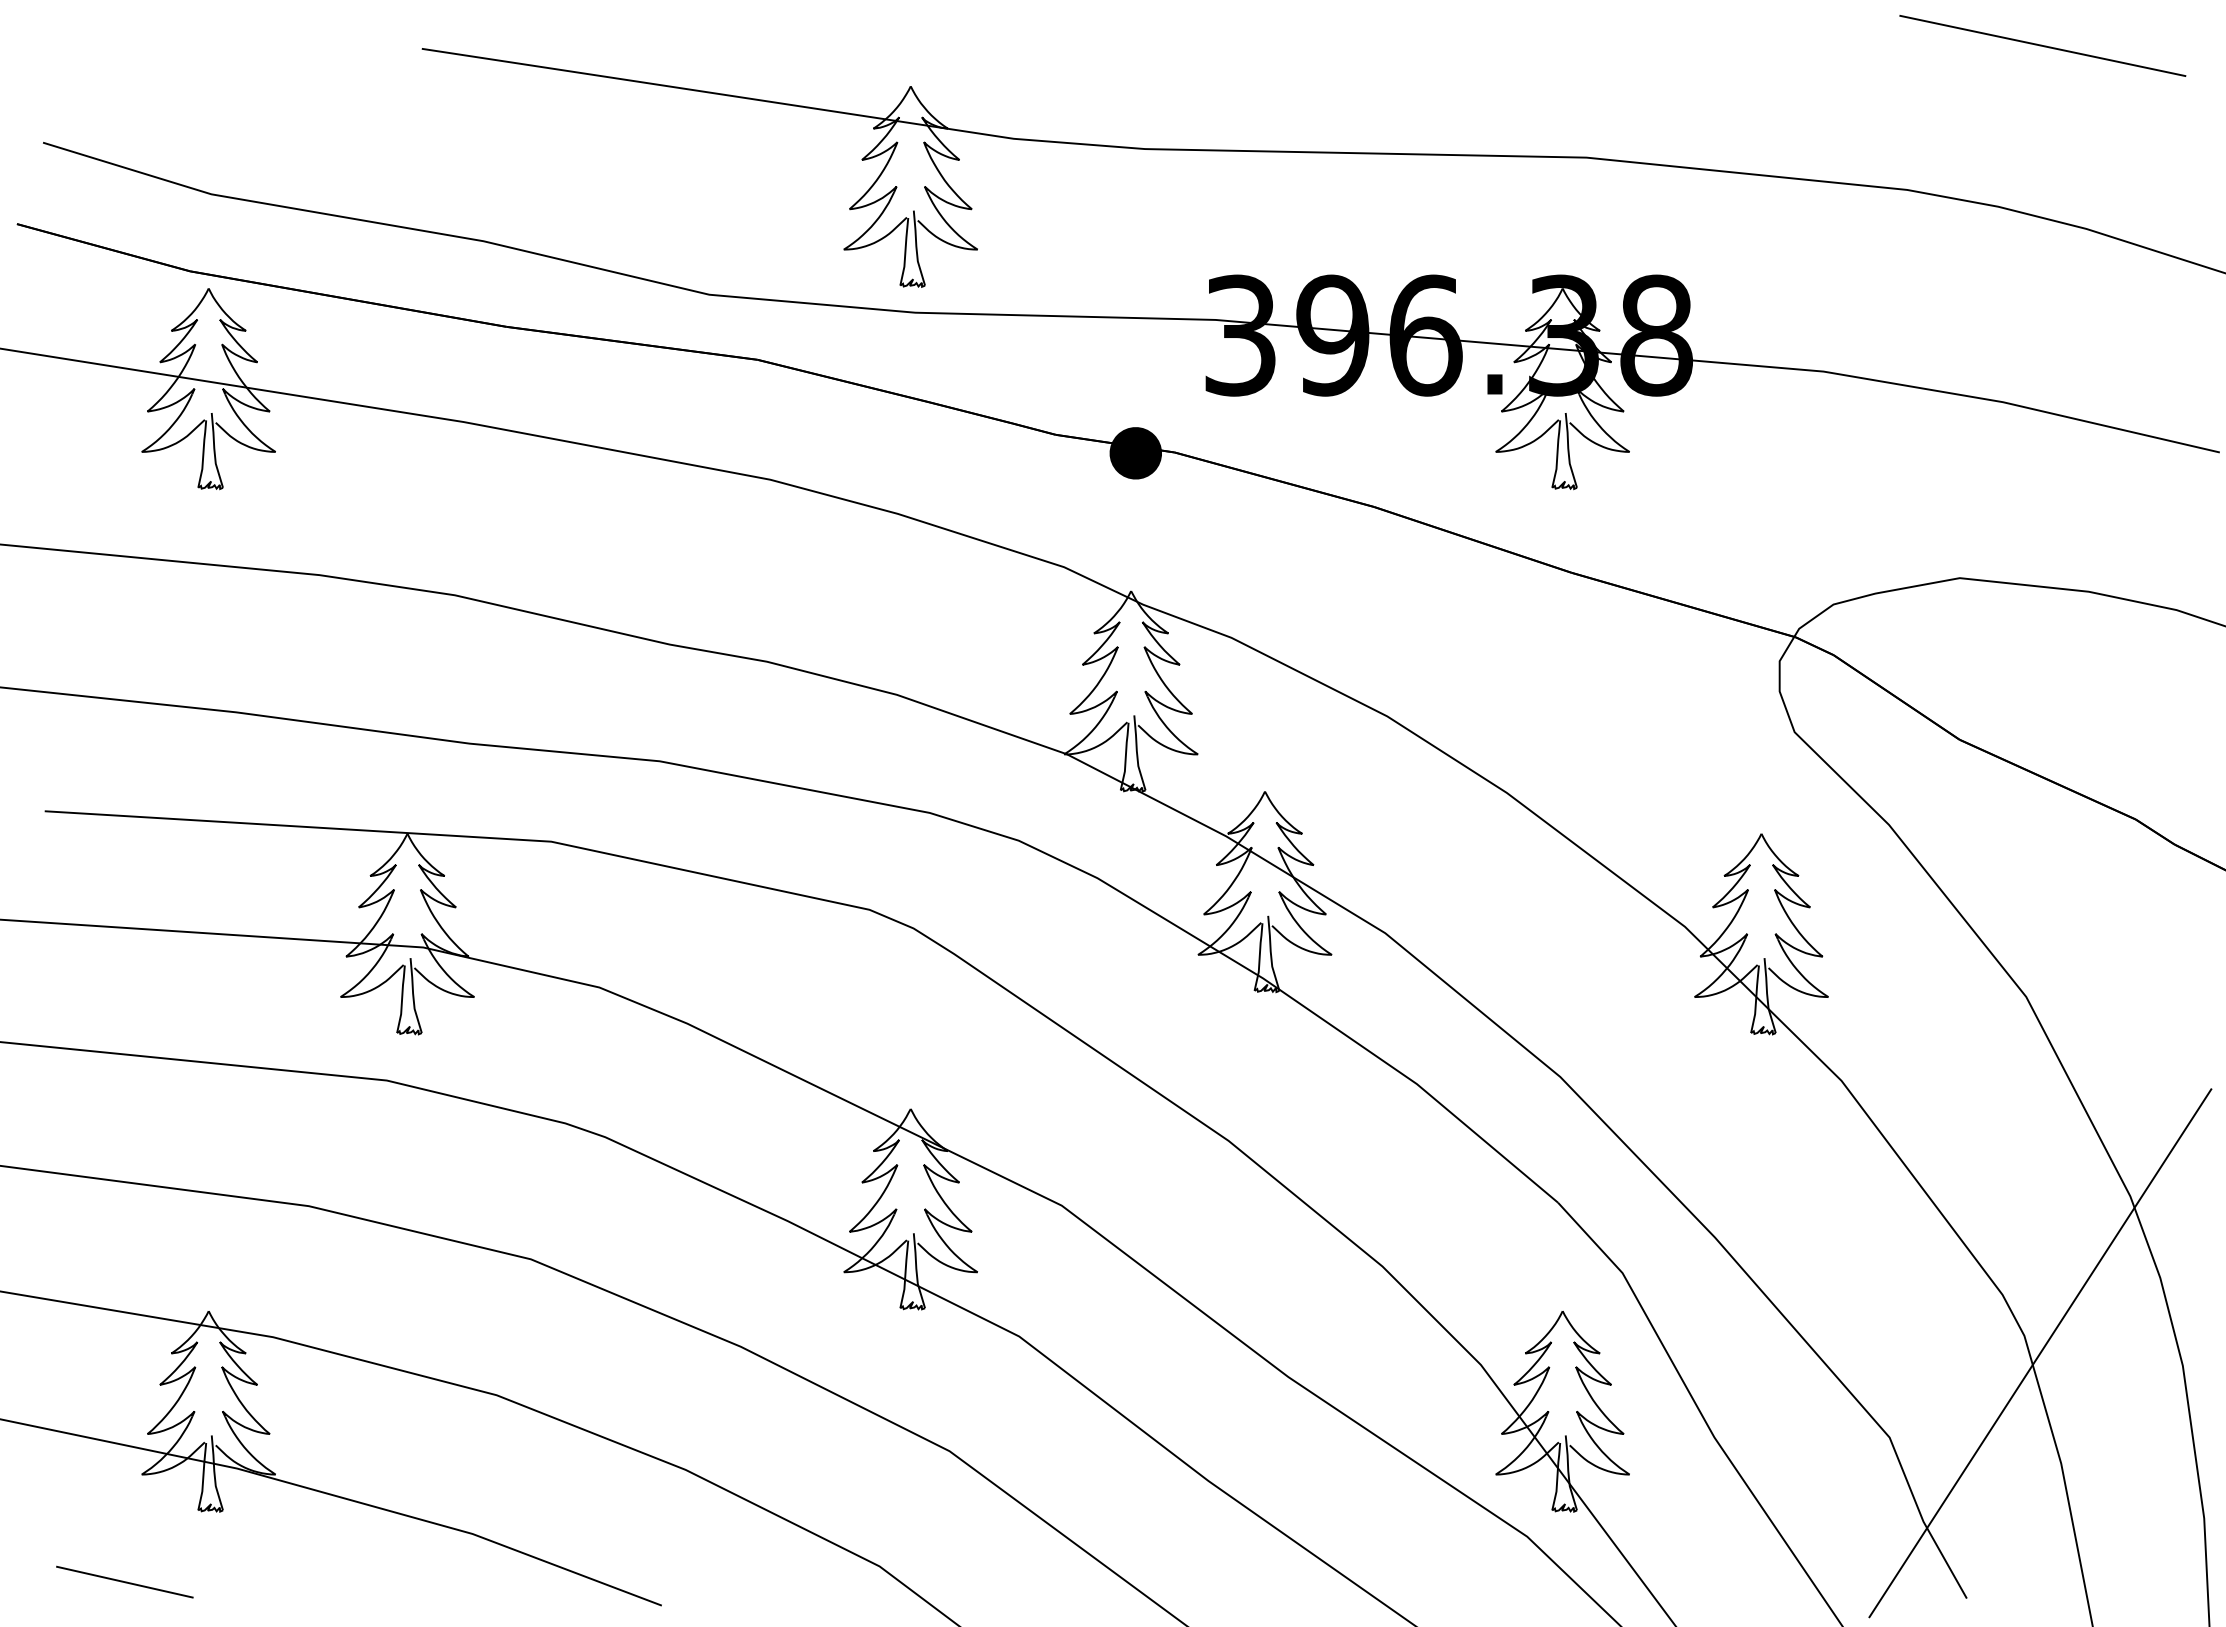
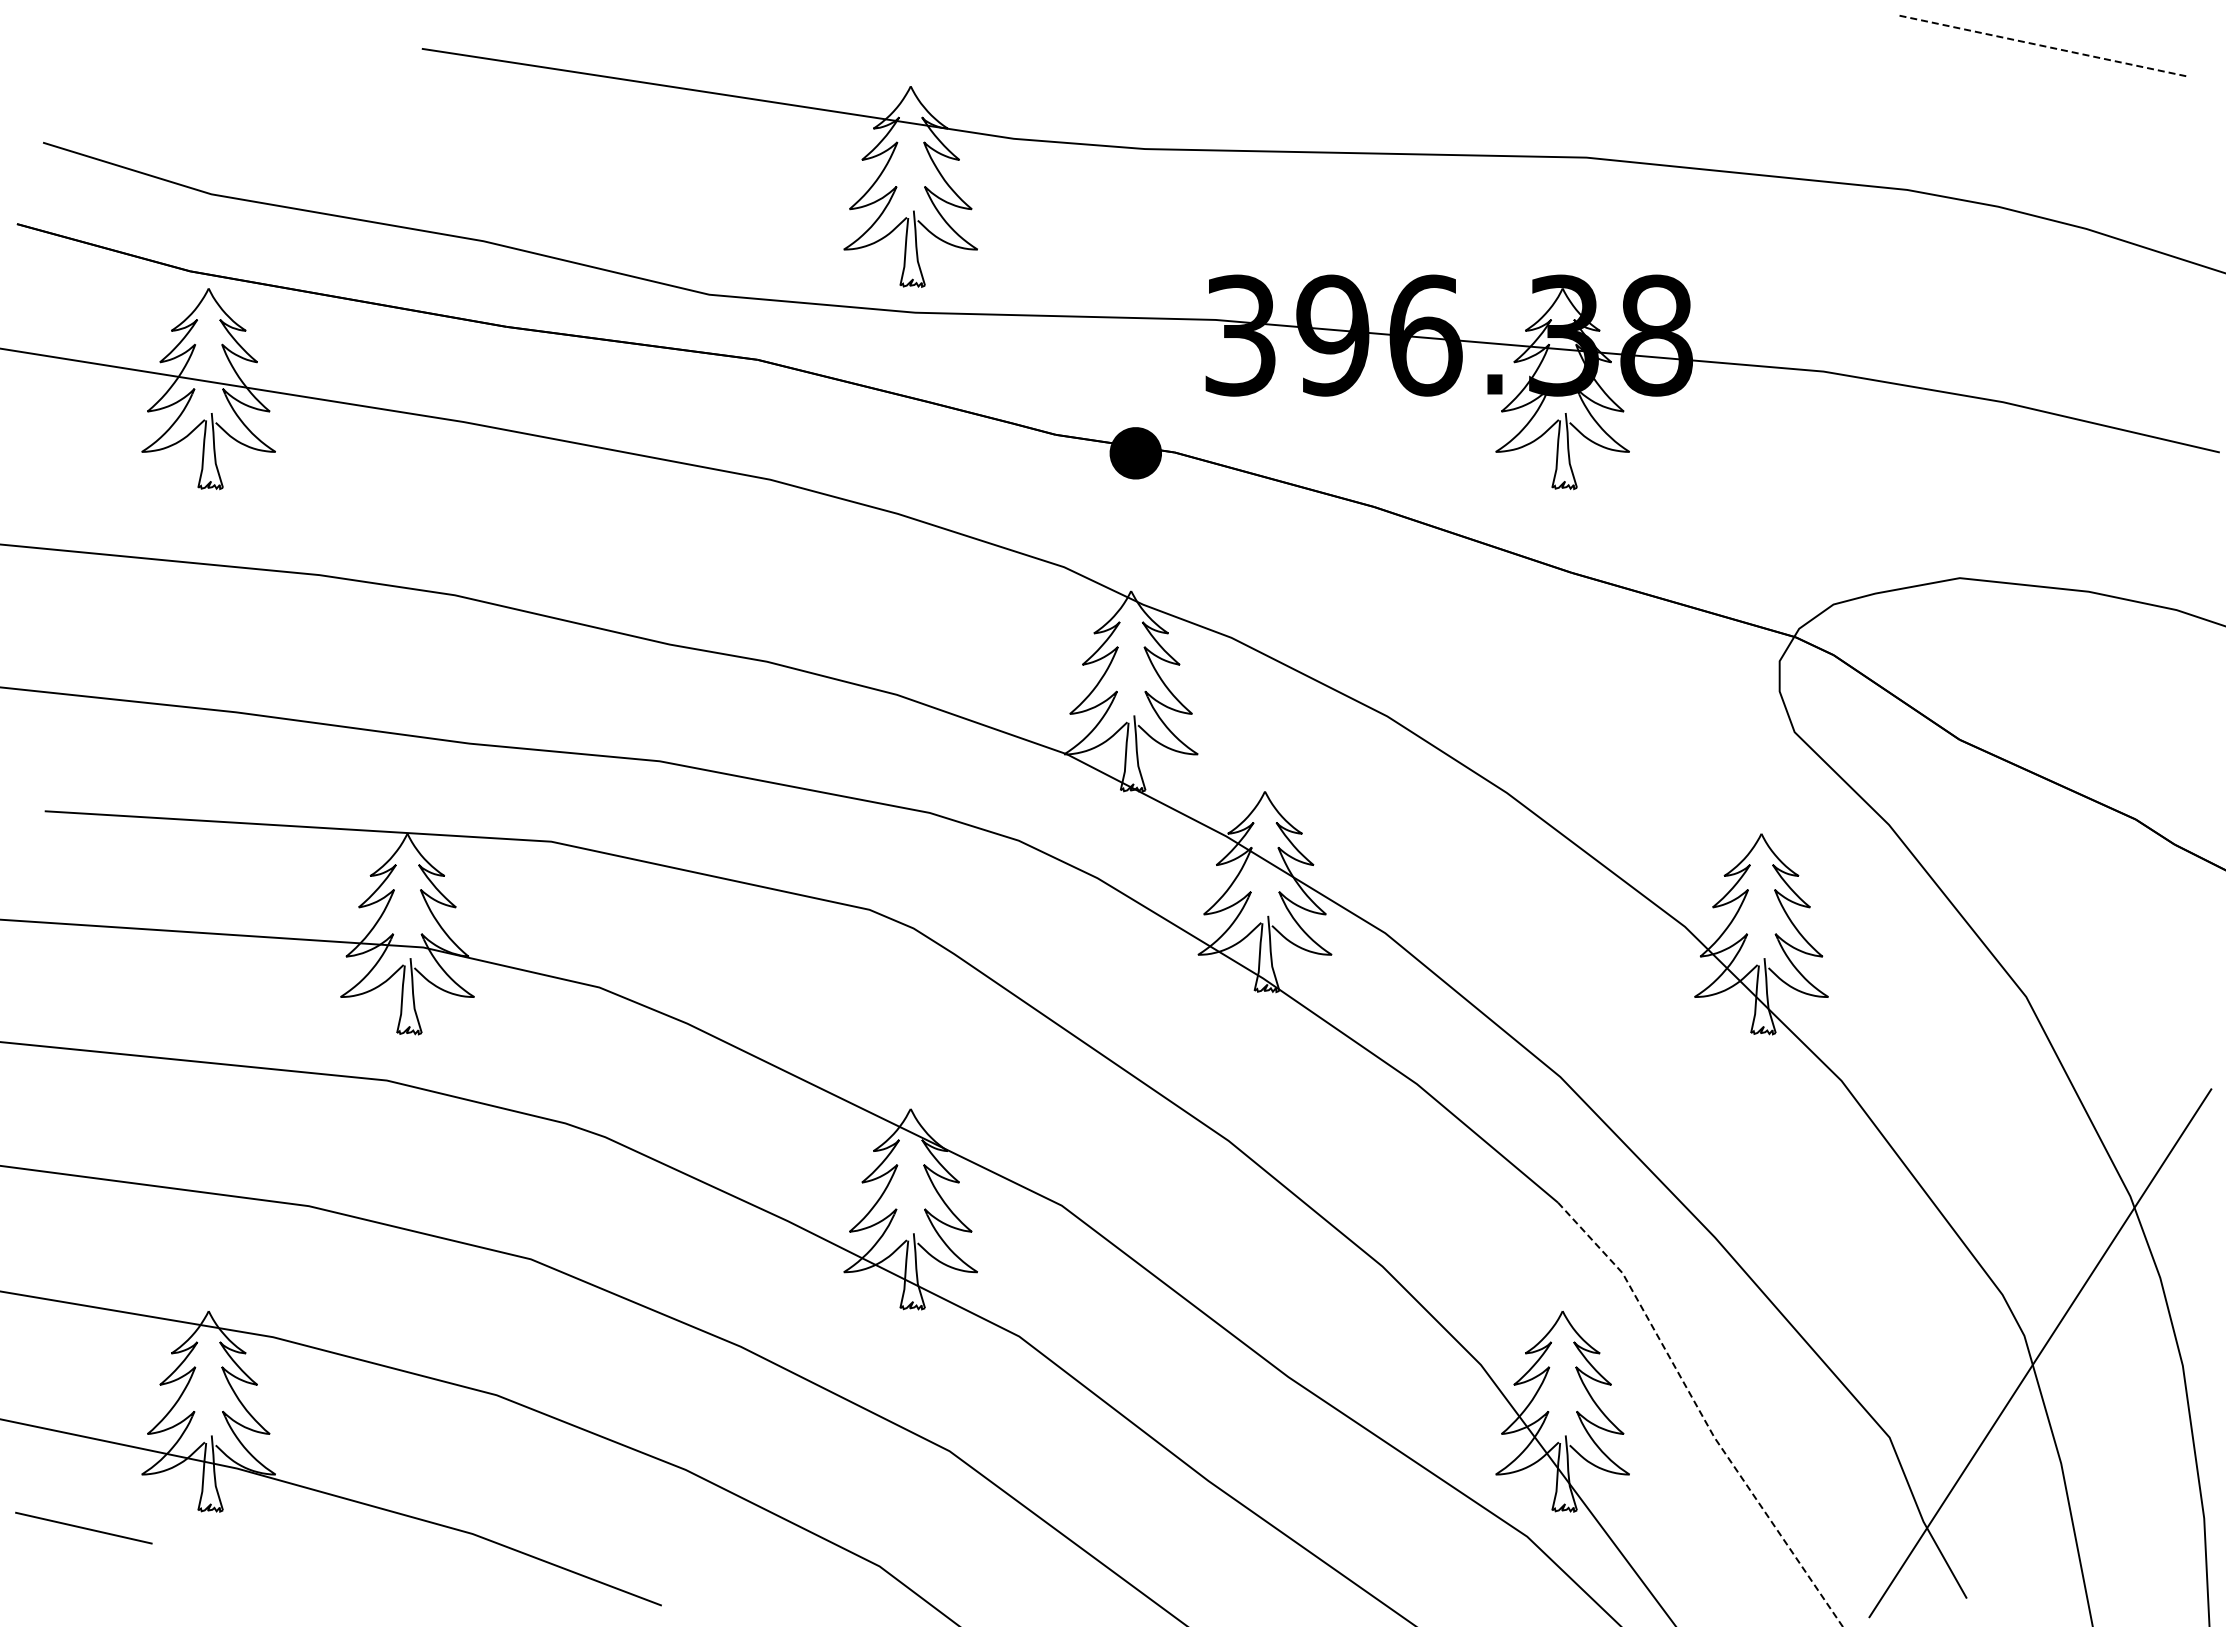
line at (2042, 45): solid -> dashed
line at (1700, 1413): solid -> dashed
line at (124, 1581) position: (124, 1581) -> (83, 1527)
